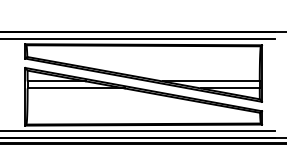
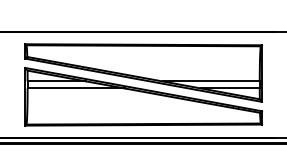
line at (138, 38): present -> none
line at (138, 131): present -> none
